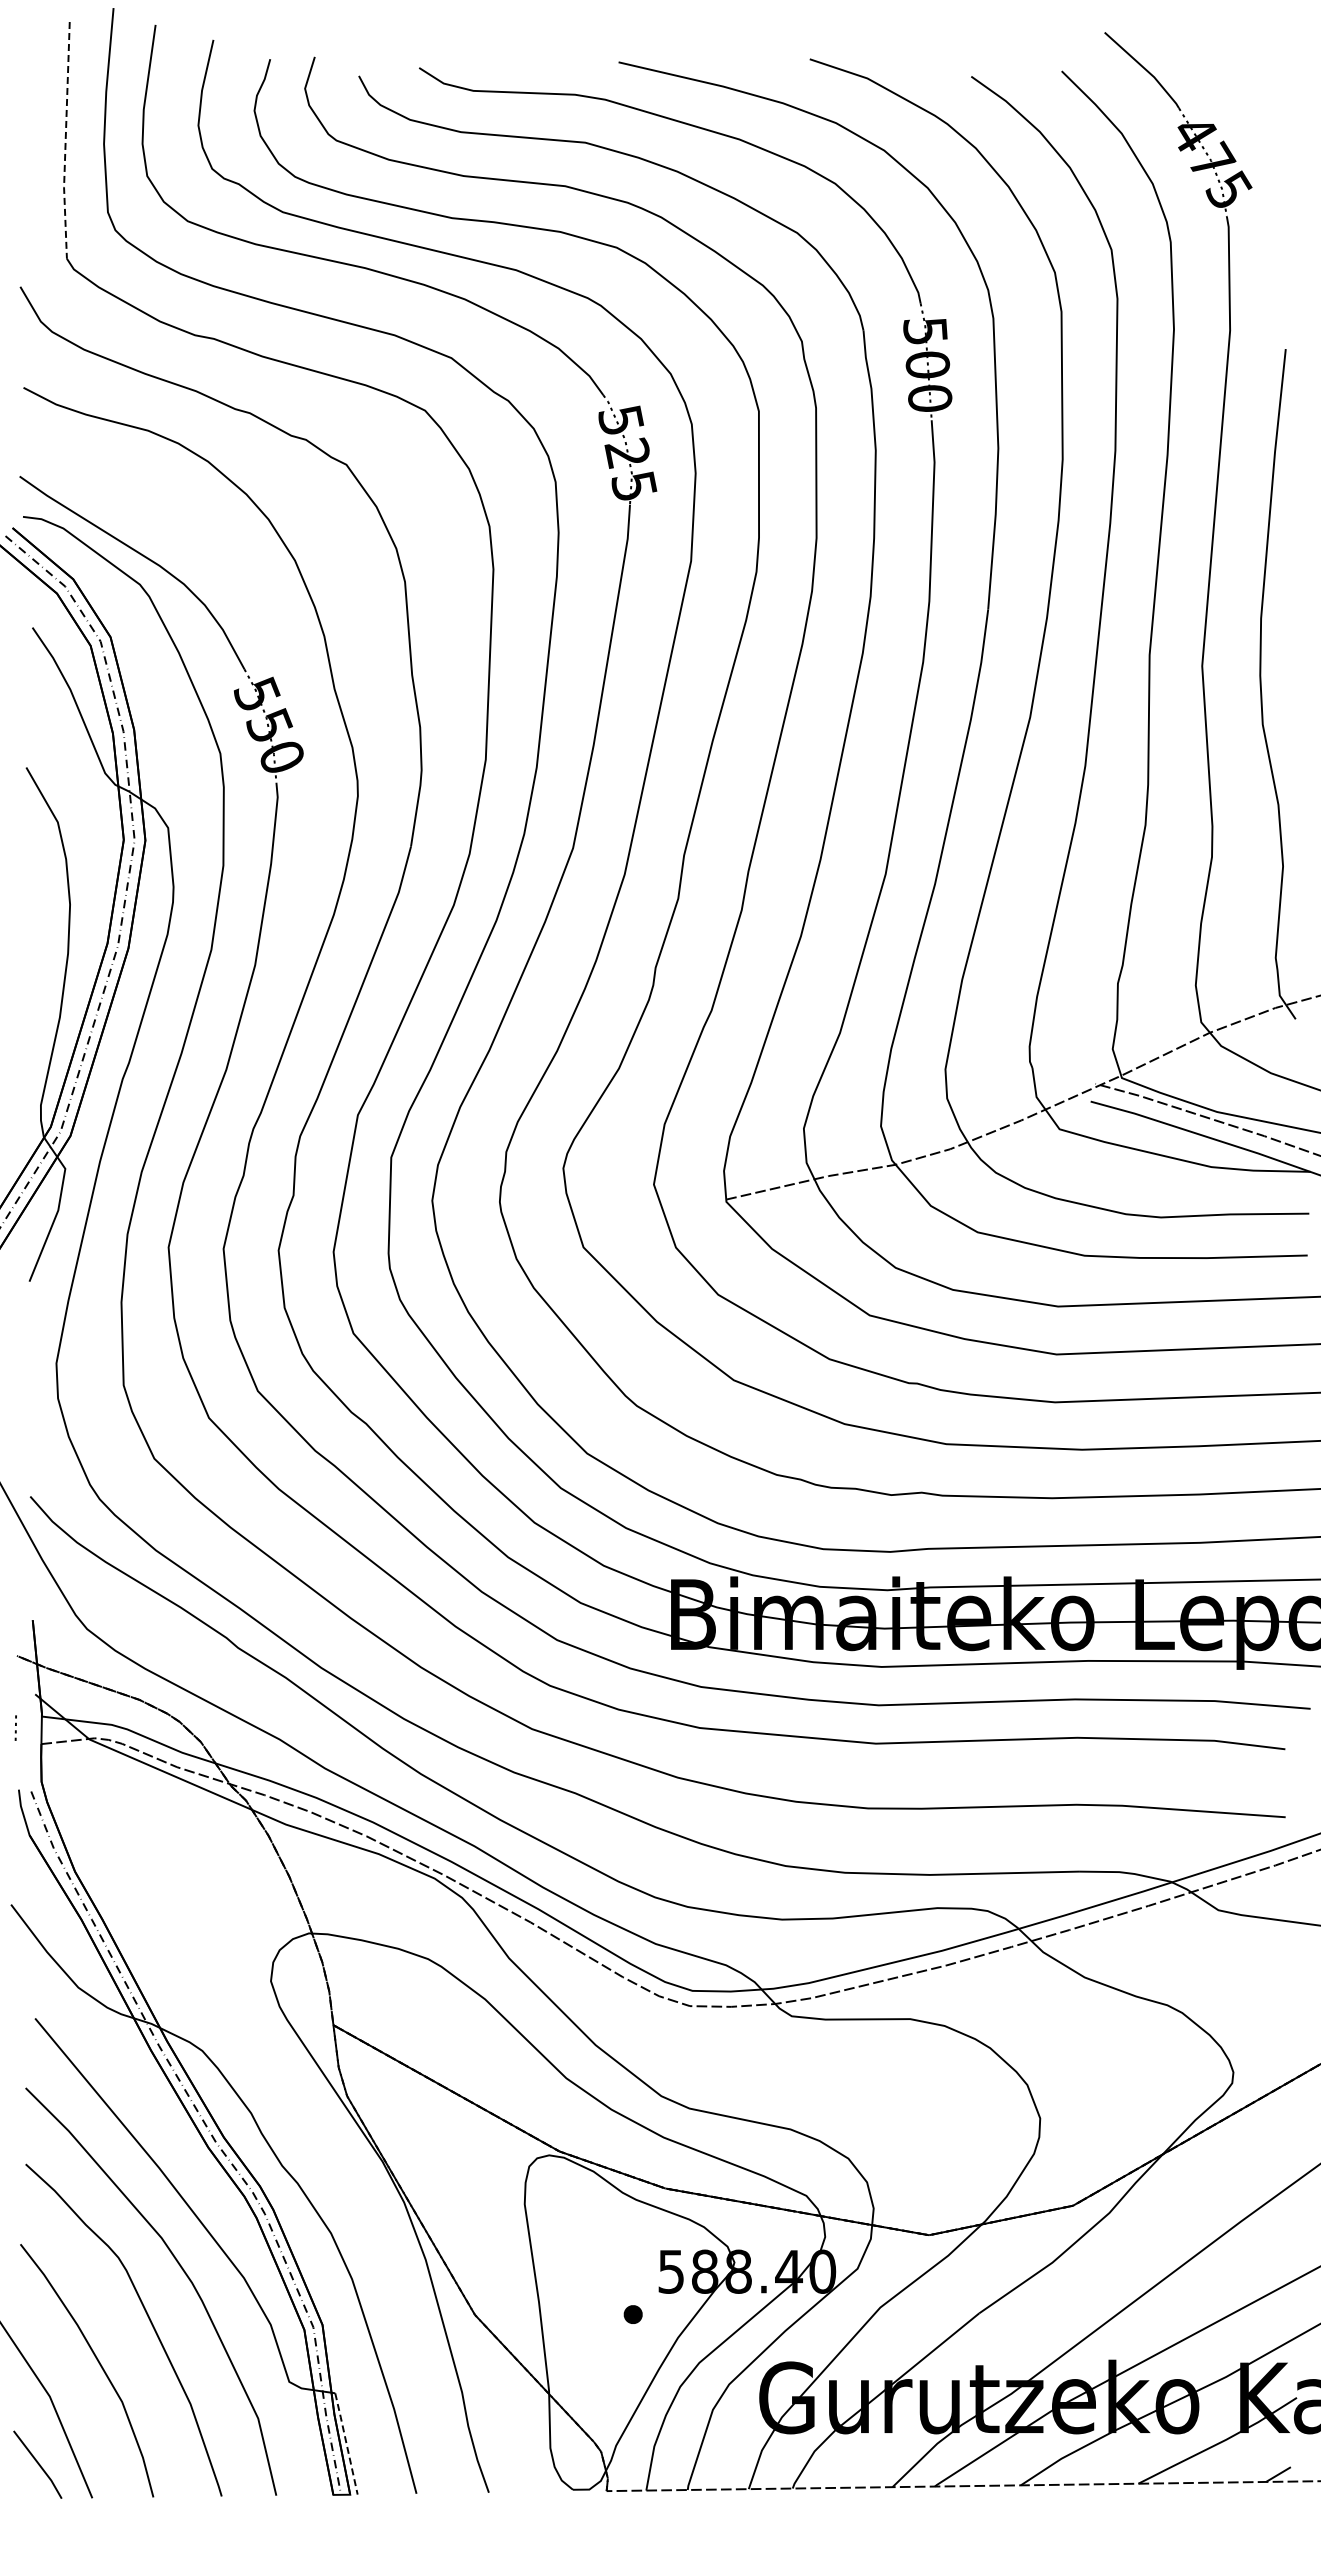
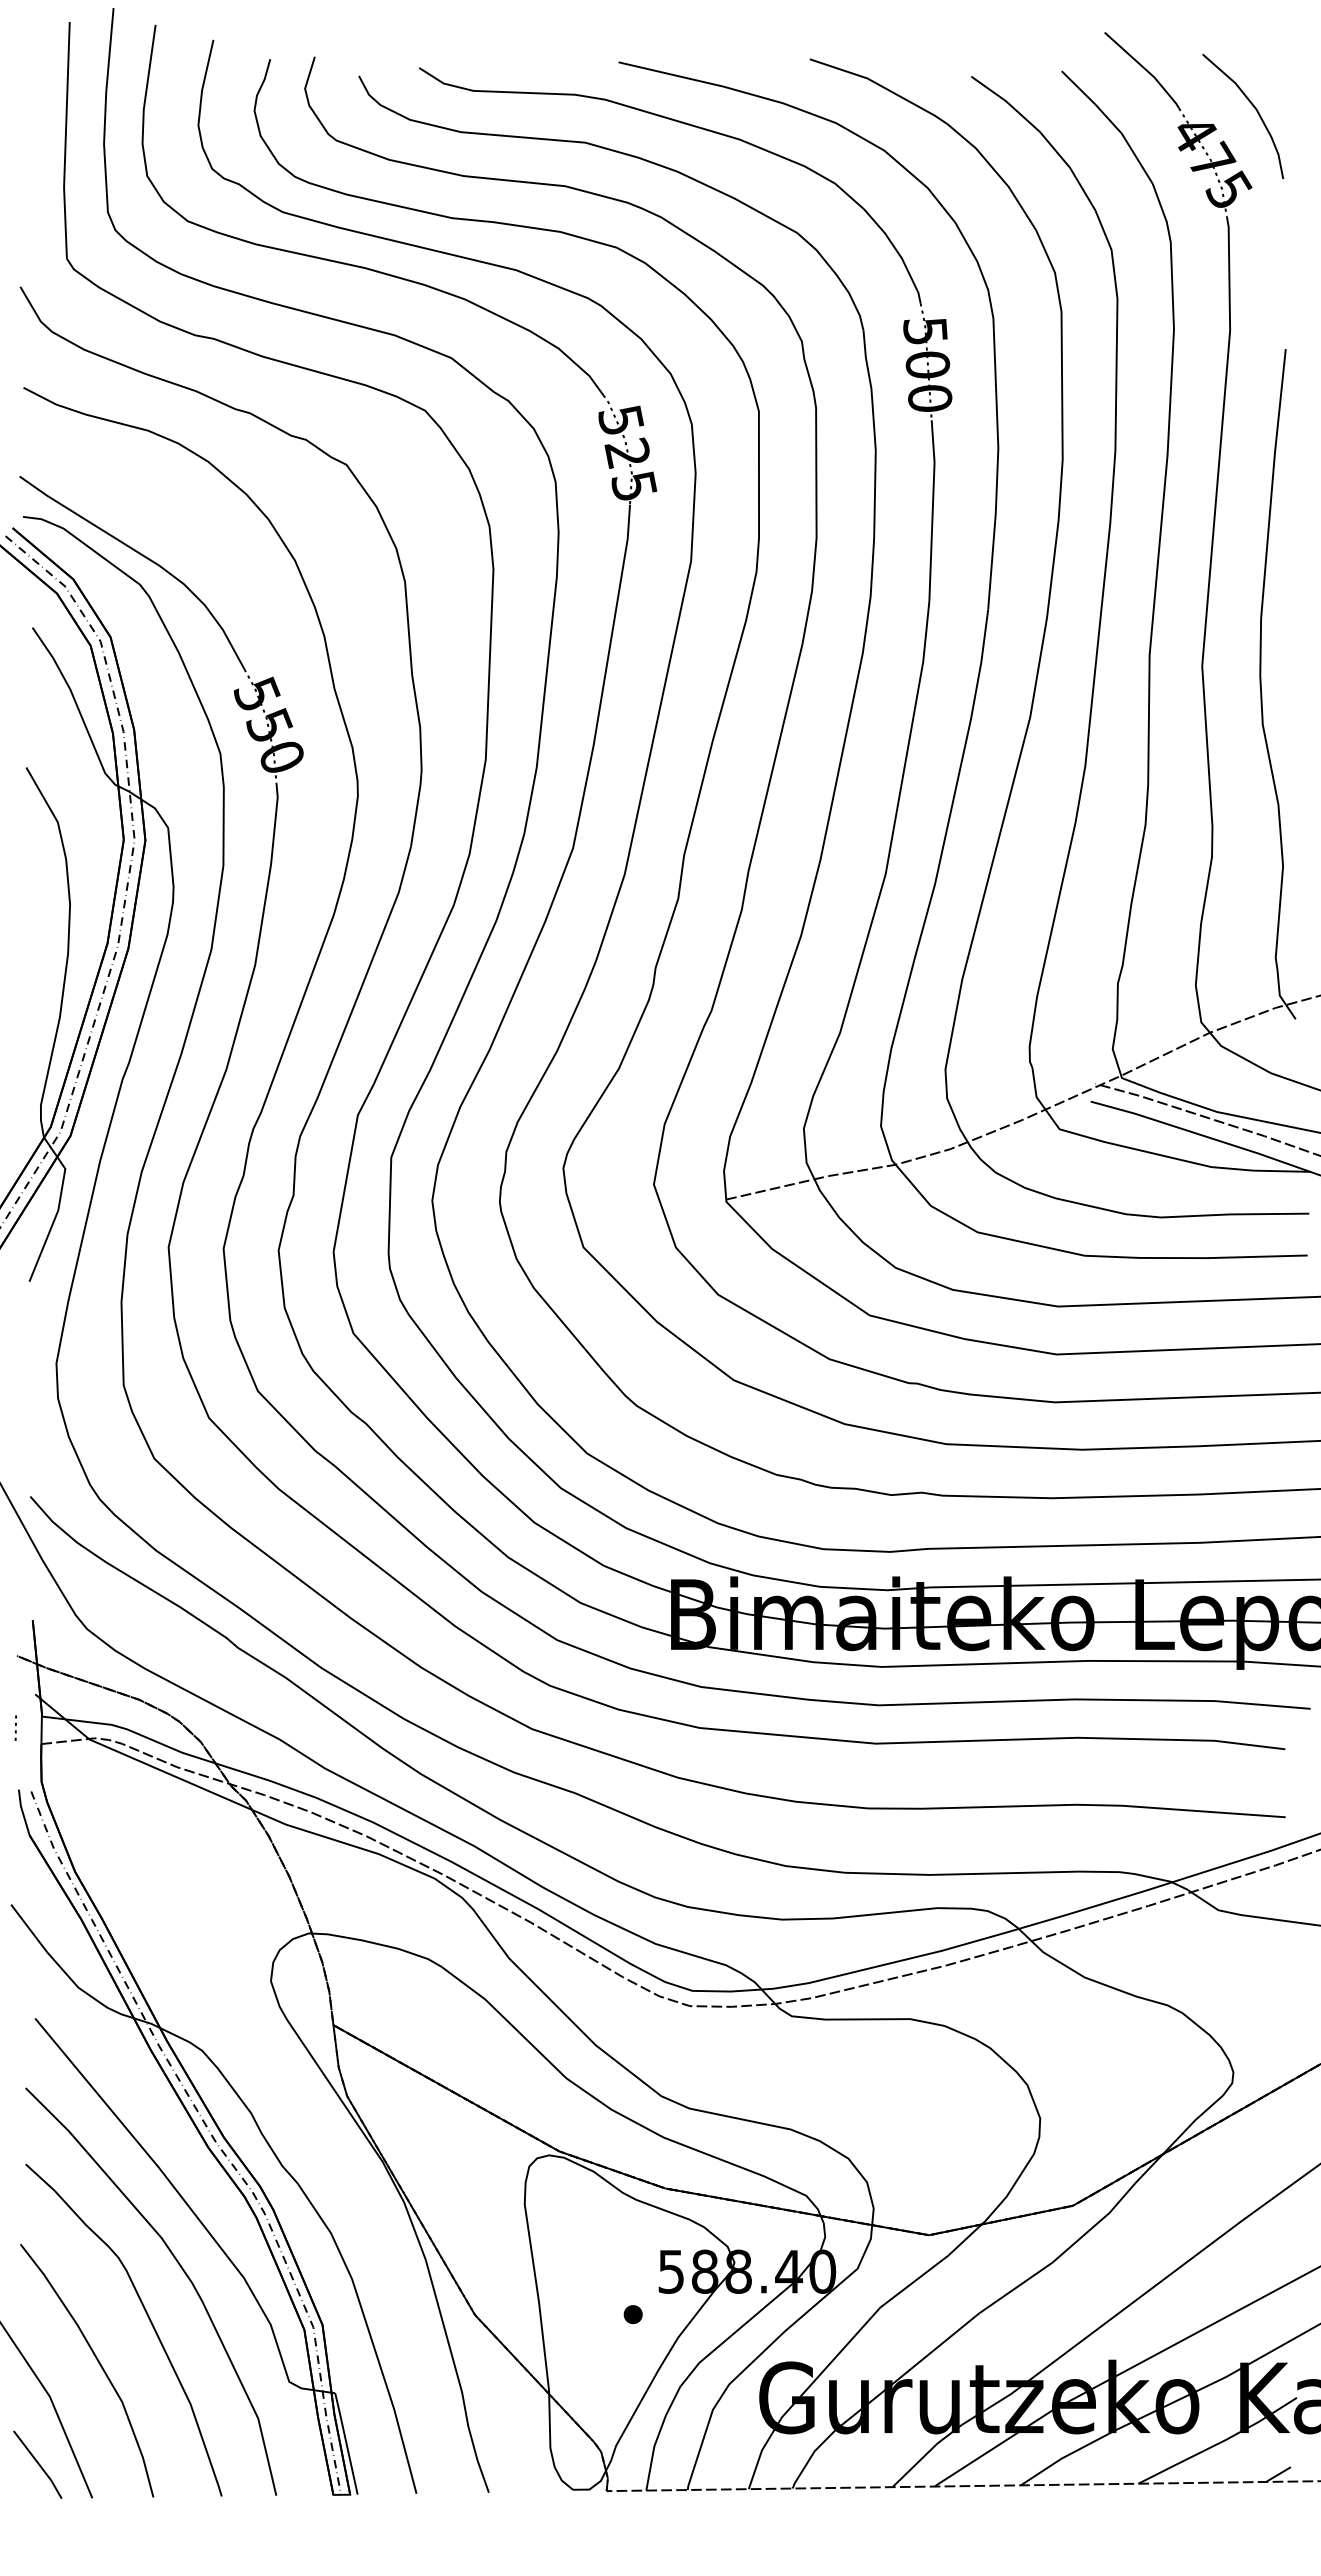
curve at (1252, 106): none -> present
line at (65, 141): dashed -> solid
line at (346, 2443): dashed -> solid
